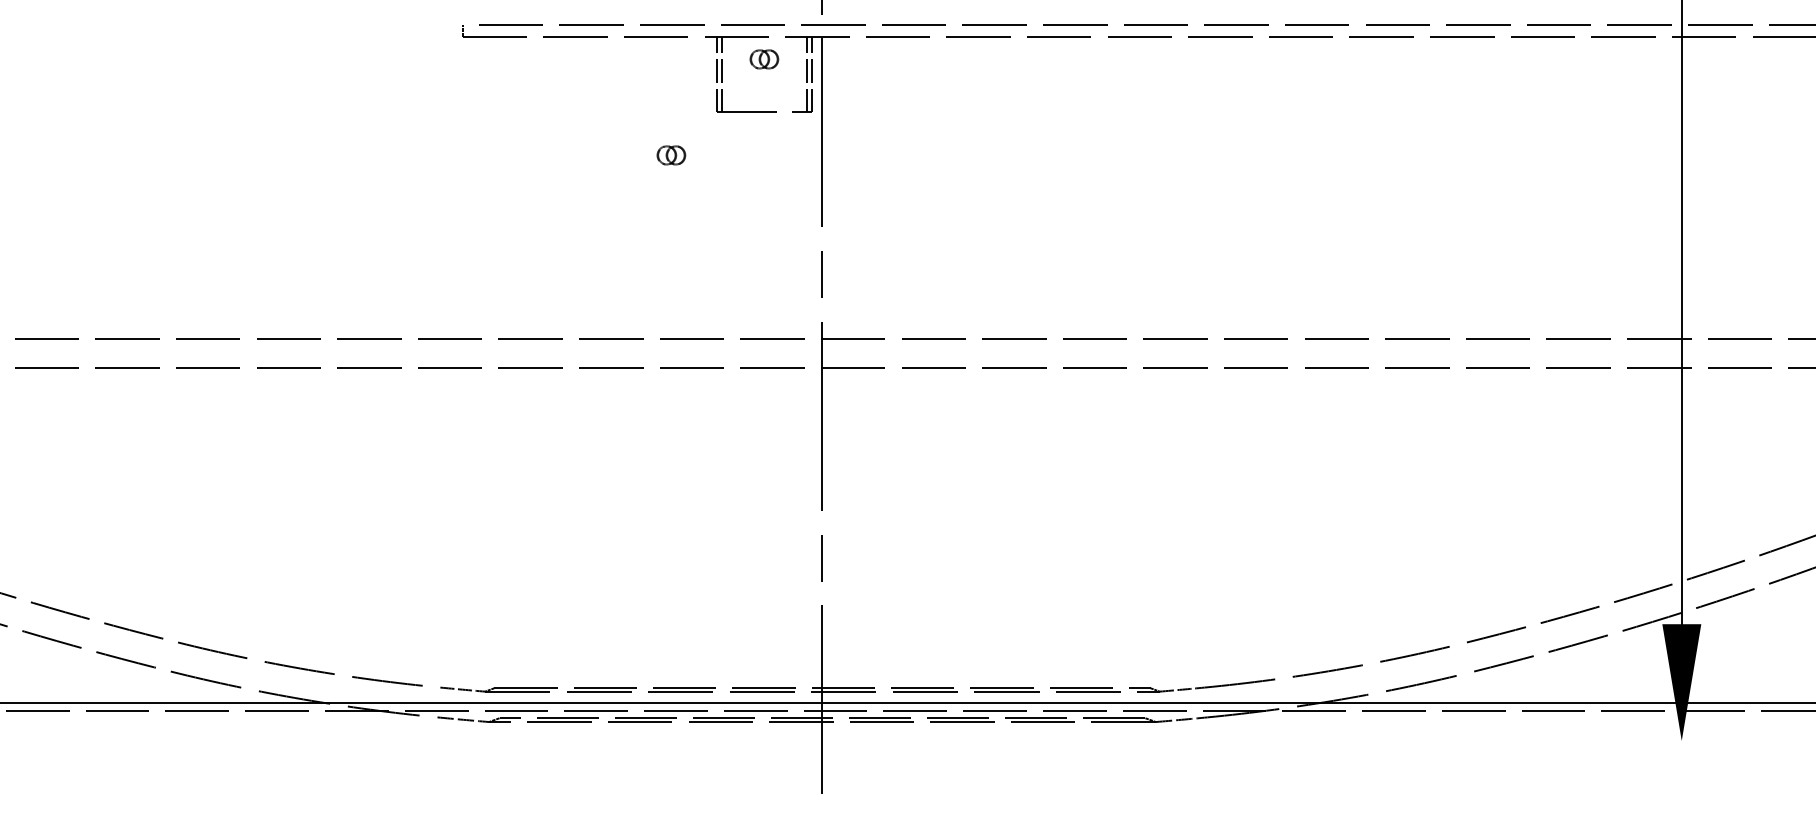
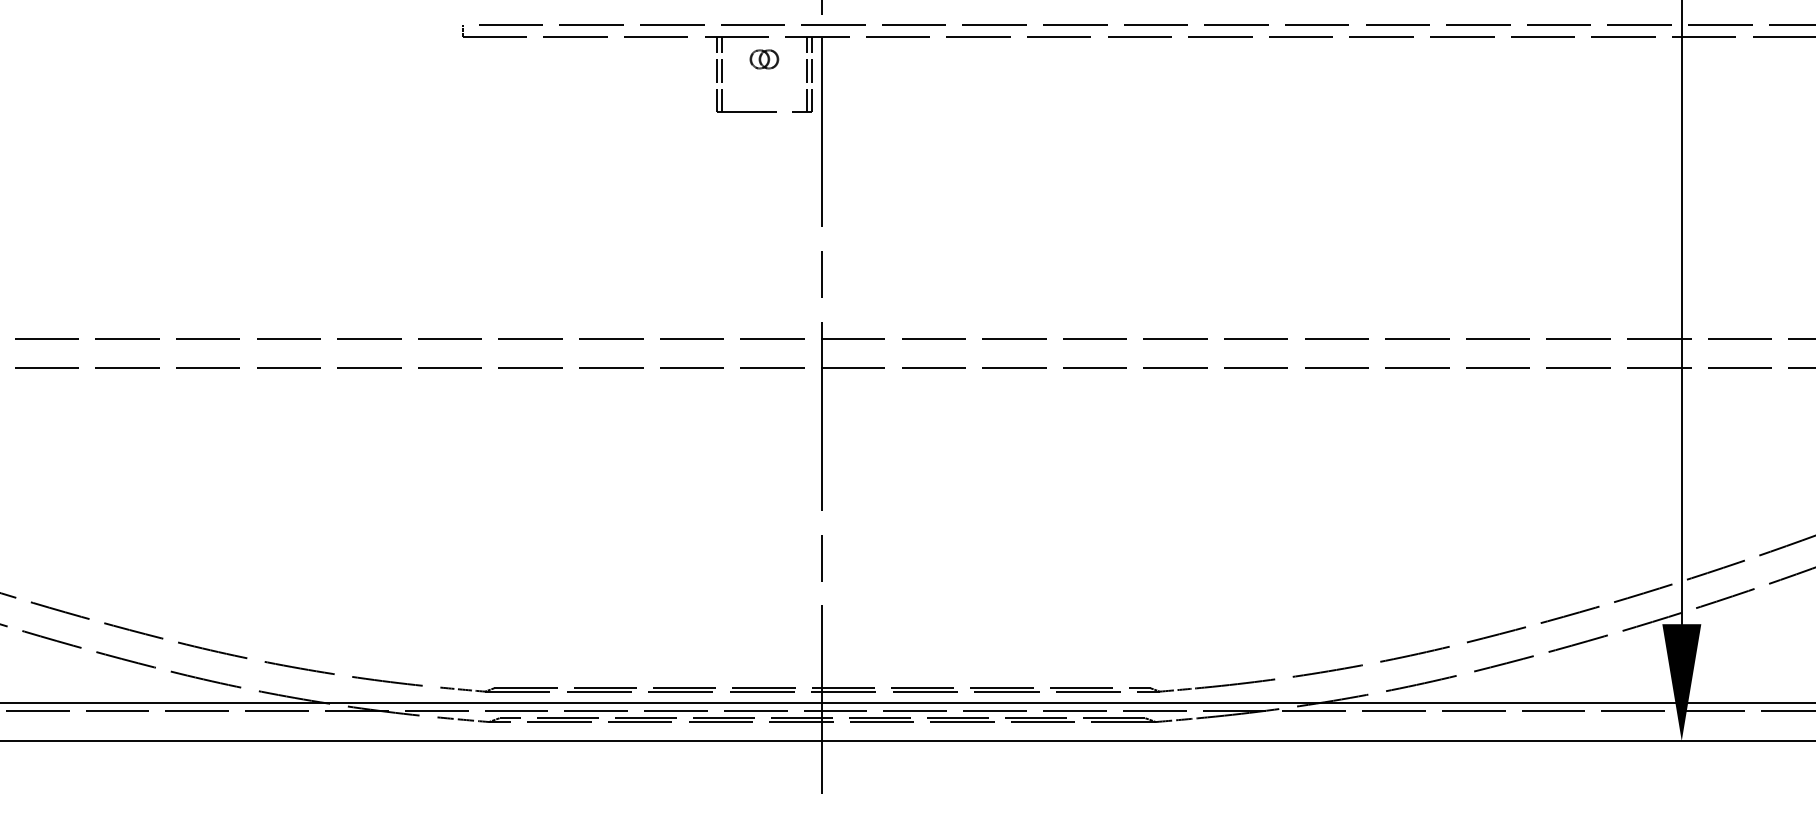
part at (671, 155): present -> none
line at (907, 740): none -> present
